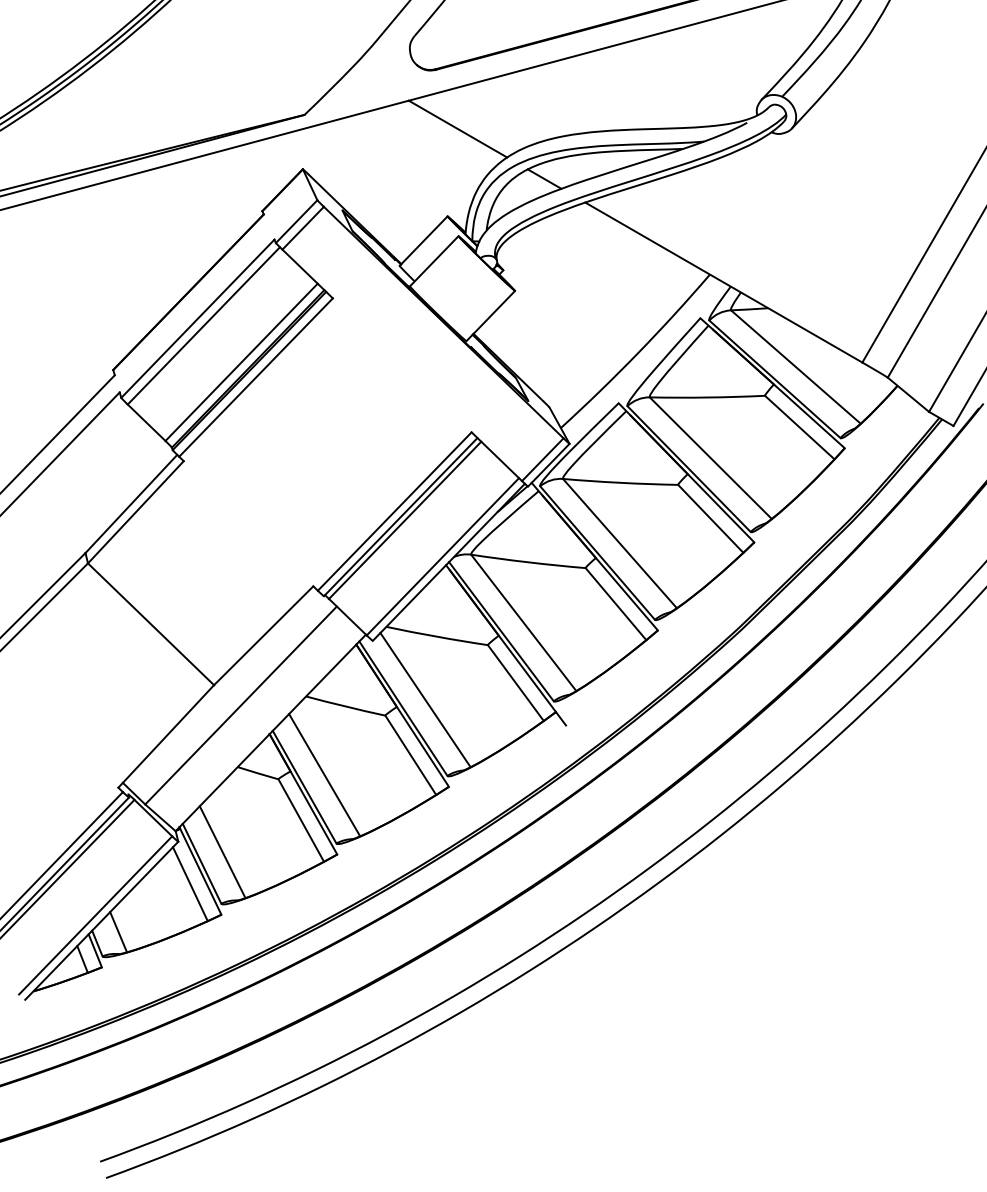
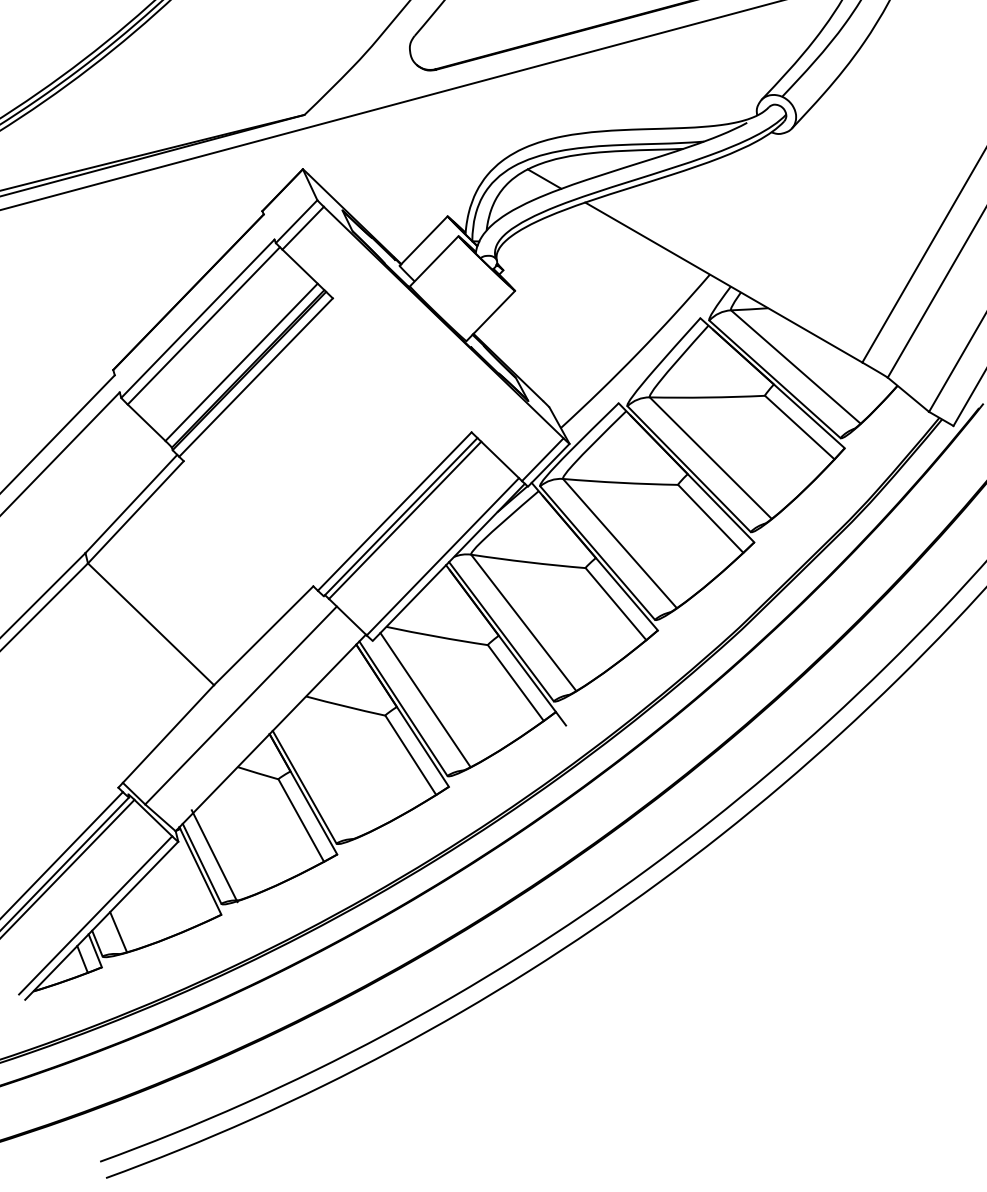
line at (457, 128): present -> none
line at (324, 775): present -> none
line at (222, 852) position: (222, 852) -> (214, 856)
line at (189, 884): present -> none
